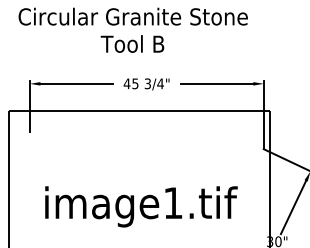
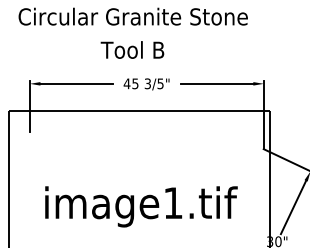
text at (132, 43) position: (132, 43) -> (132, 49)
text at (160, 83): 3/4" -> 3/5"
